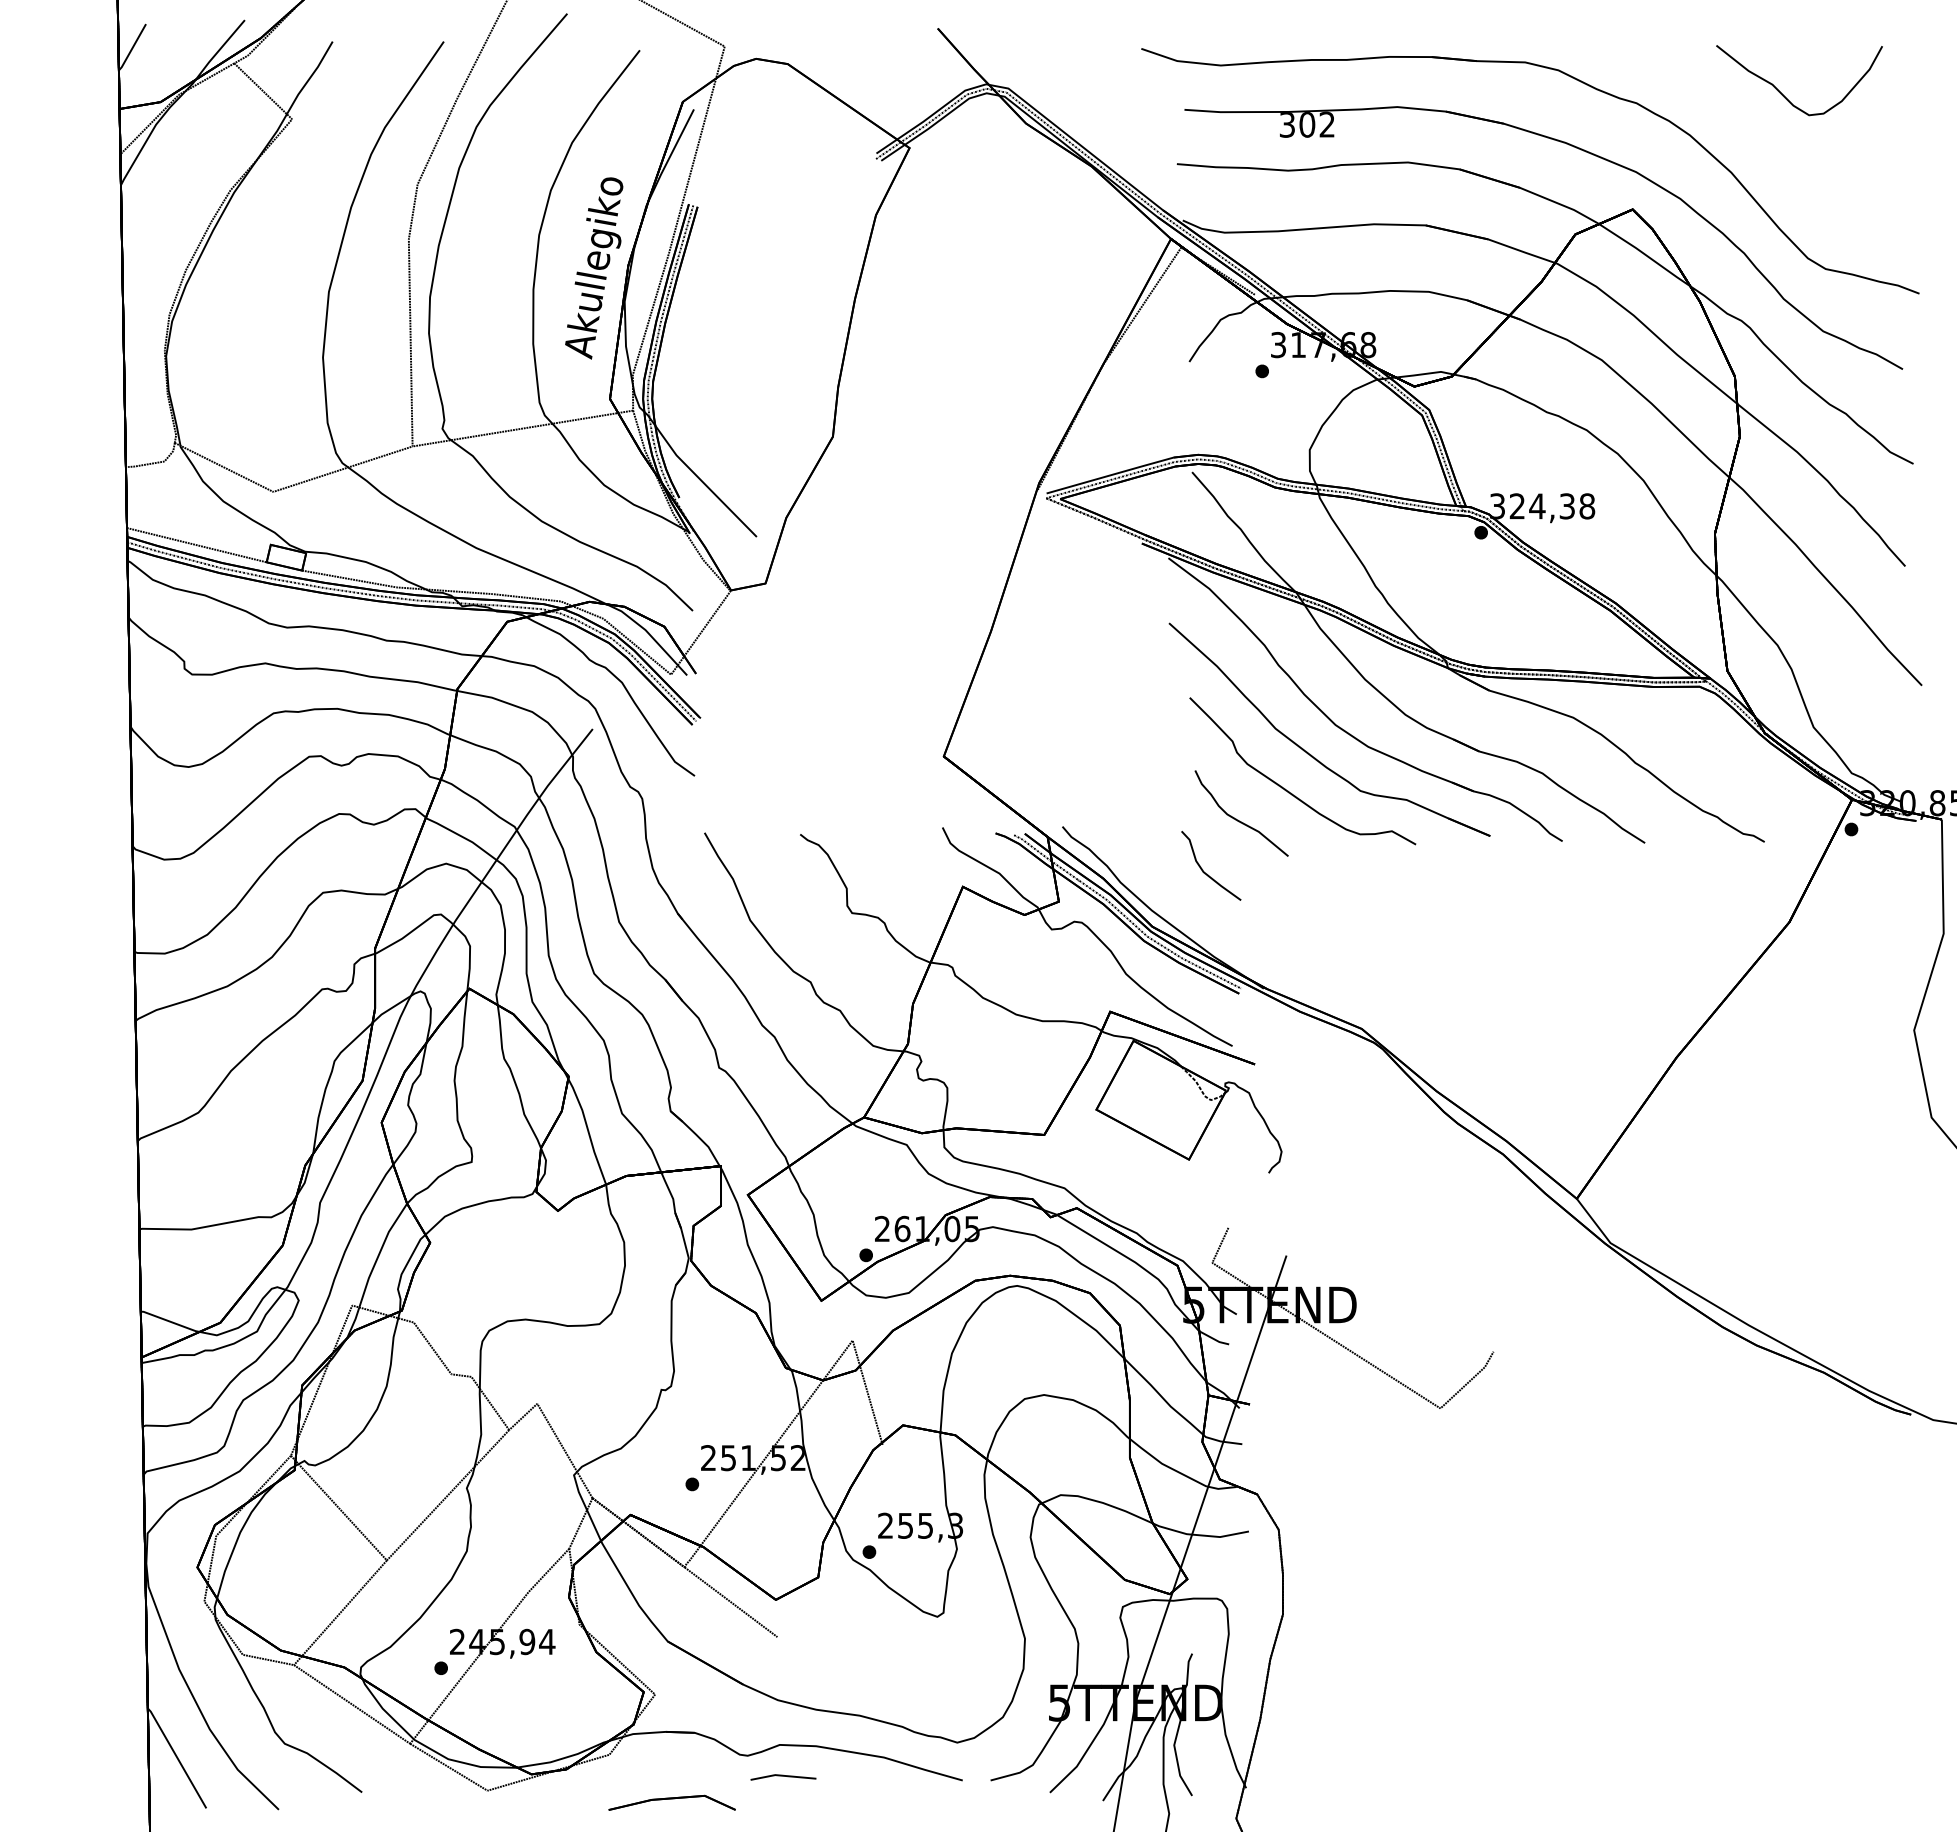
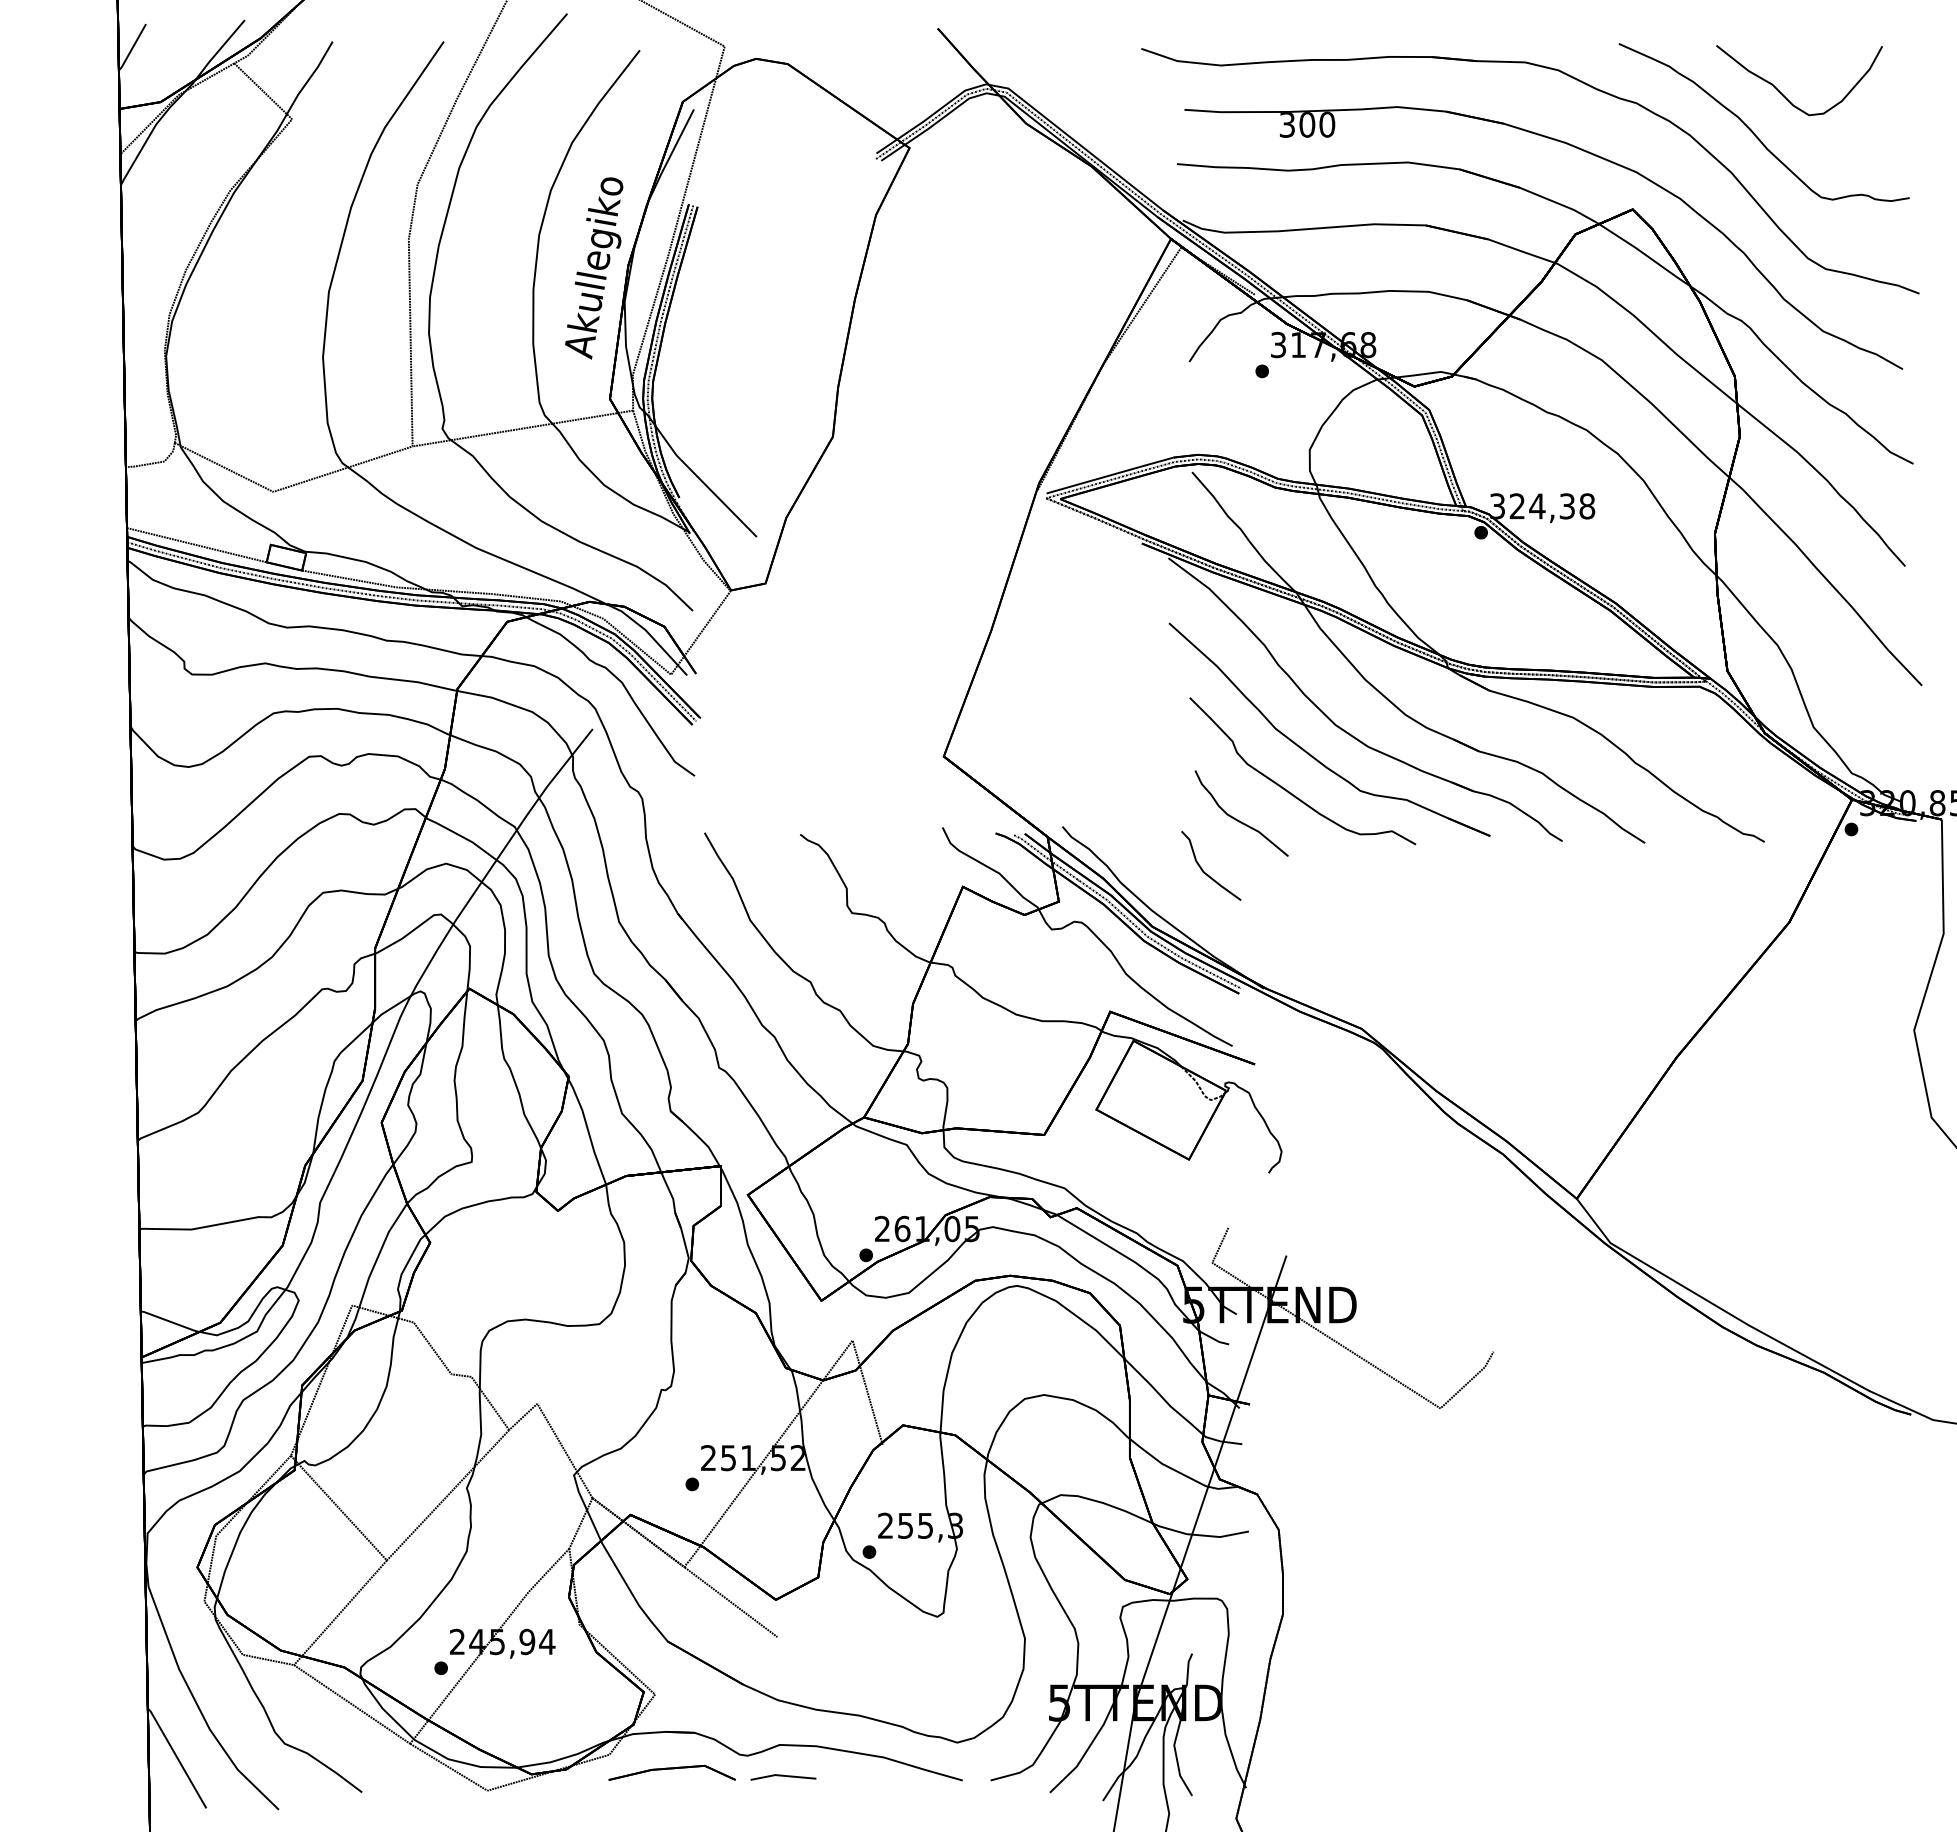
text at (1327, 124): 302 -> 300
curve at (1753, 131): none -> present
part at (671, 1802) position: (671, 1802) -> (671, 1772)
